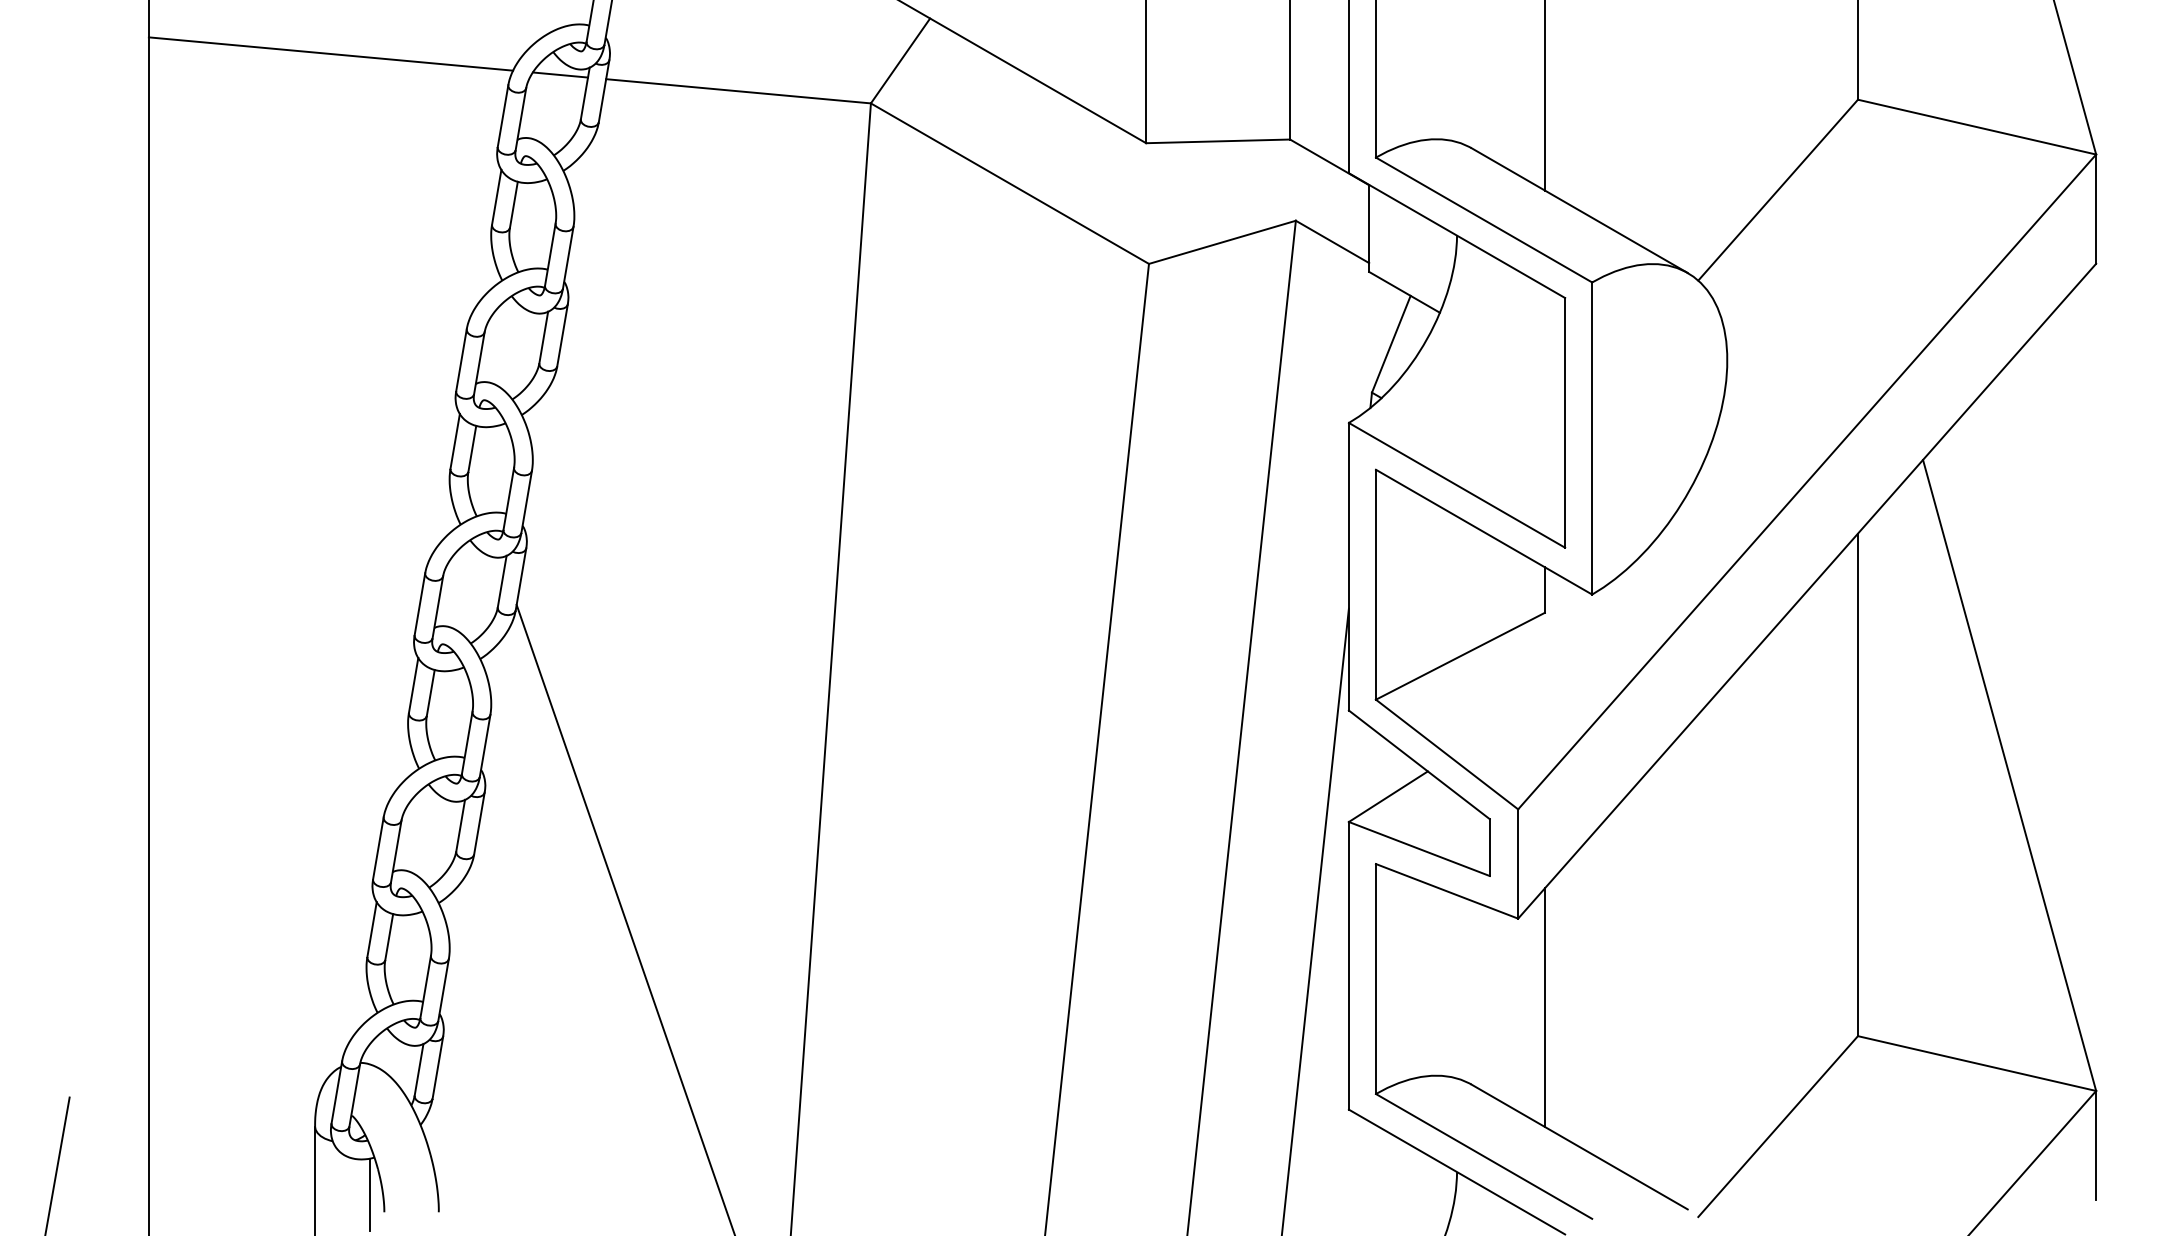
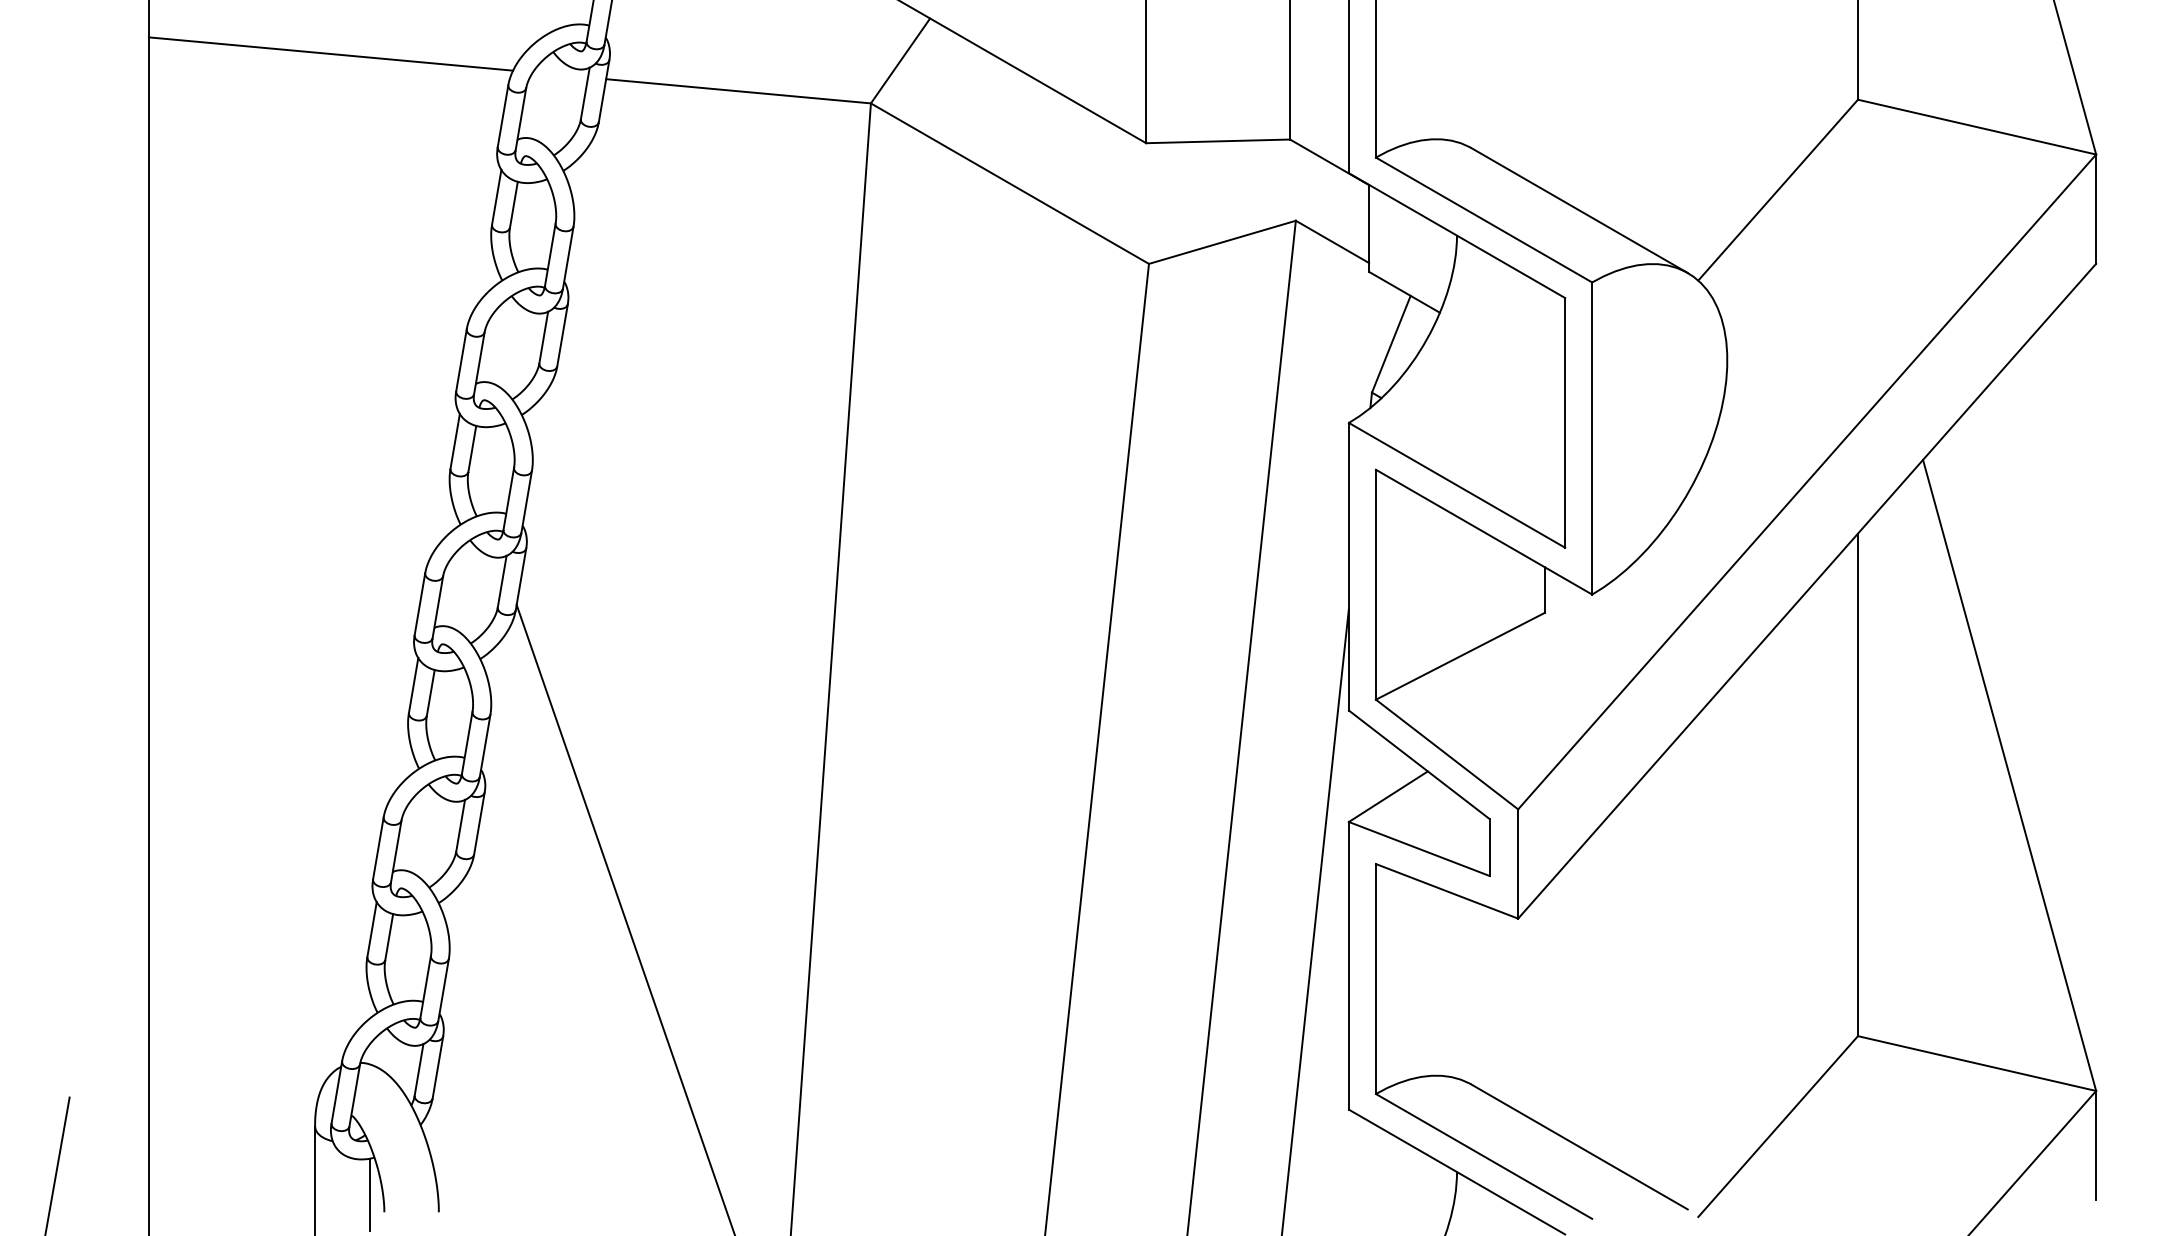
line at (560, 74): present -> none
line at (1544, 96): present -> none
line at (1544, 1007): present -> none
